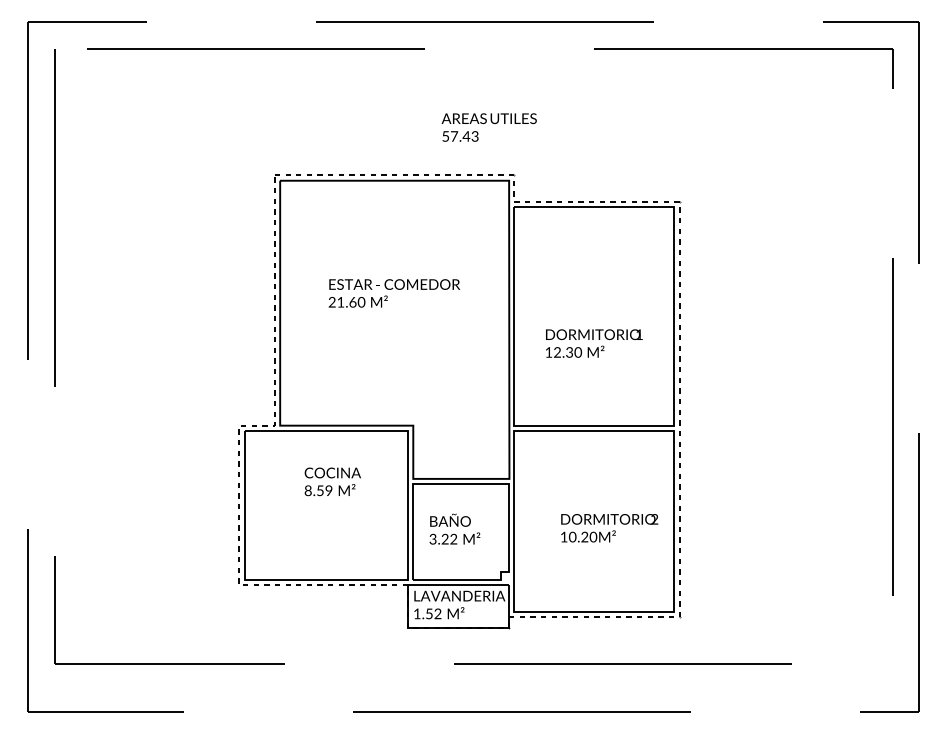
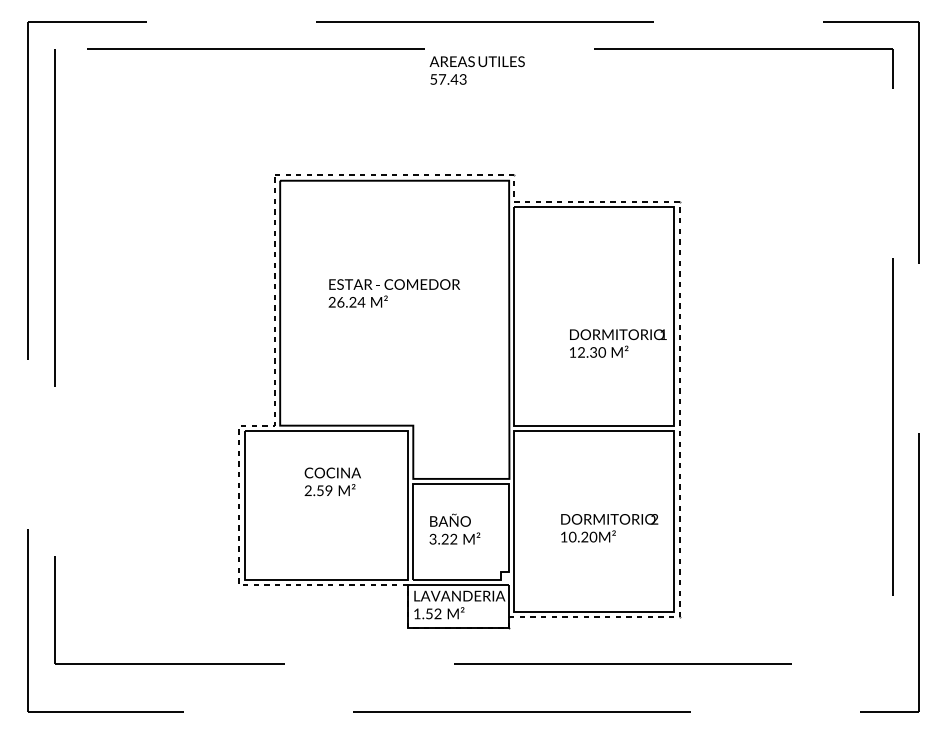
text at (488, 127) position: (488, 127) -> (476, 70)
text at (351, 301): 21.60 -> 26.24
text at (594, 343) position: (594, 343) -> (618, 343)
text at (307, 490): 8.59 -> 2.59
